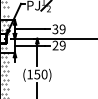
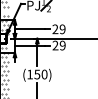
text at (55, 29): 39 -> 29
